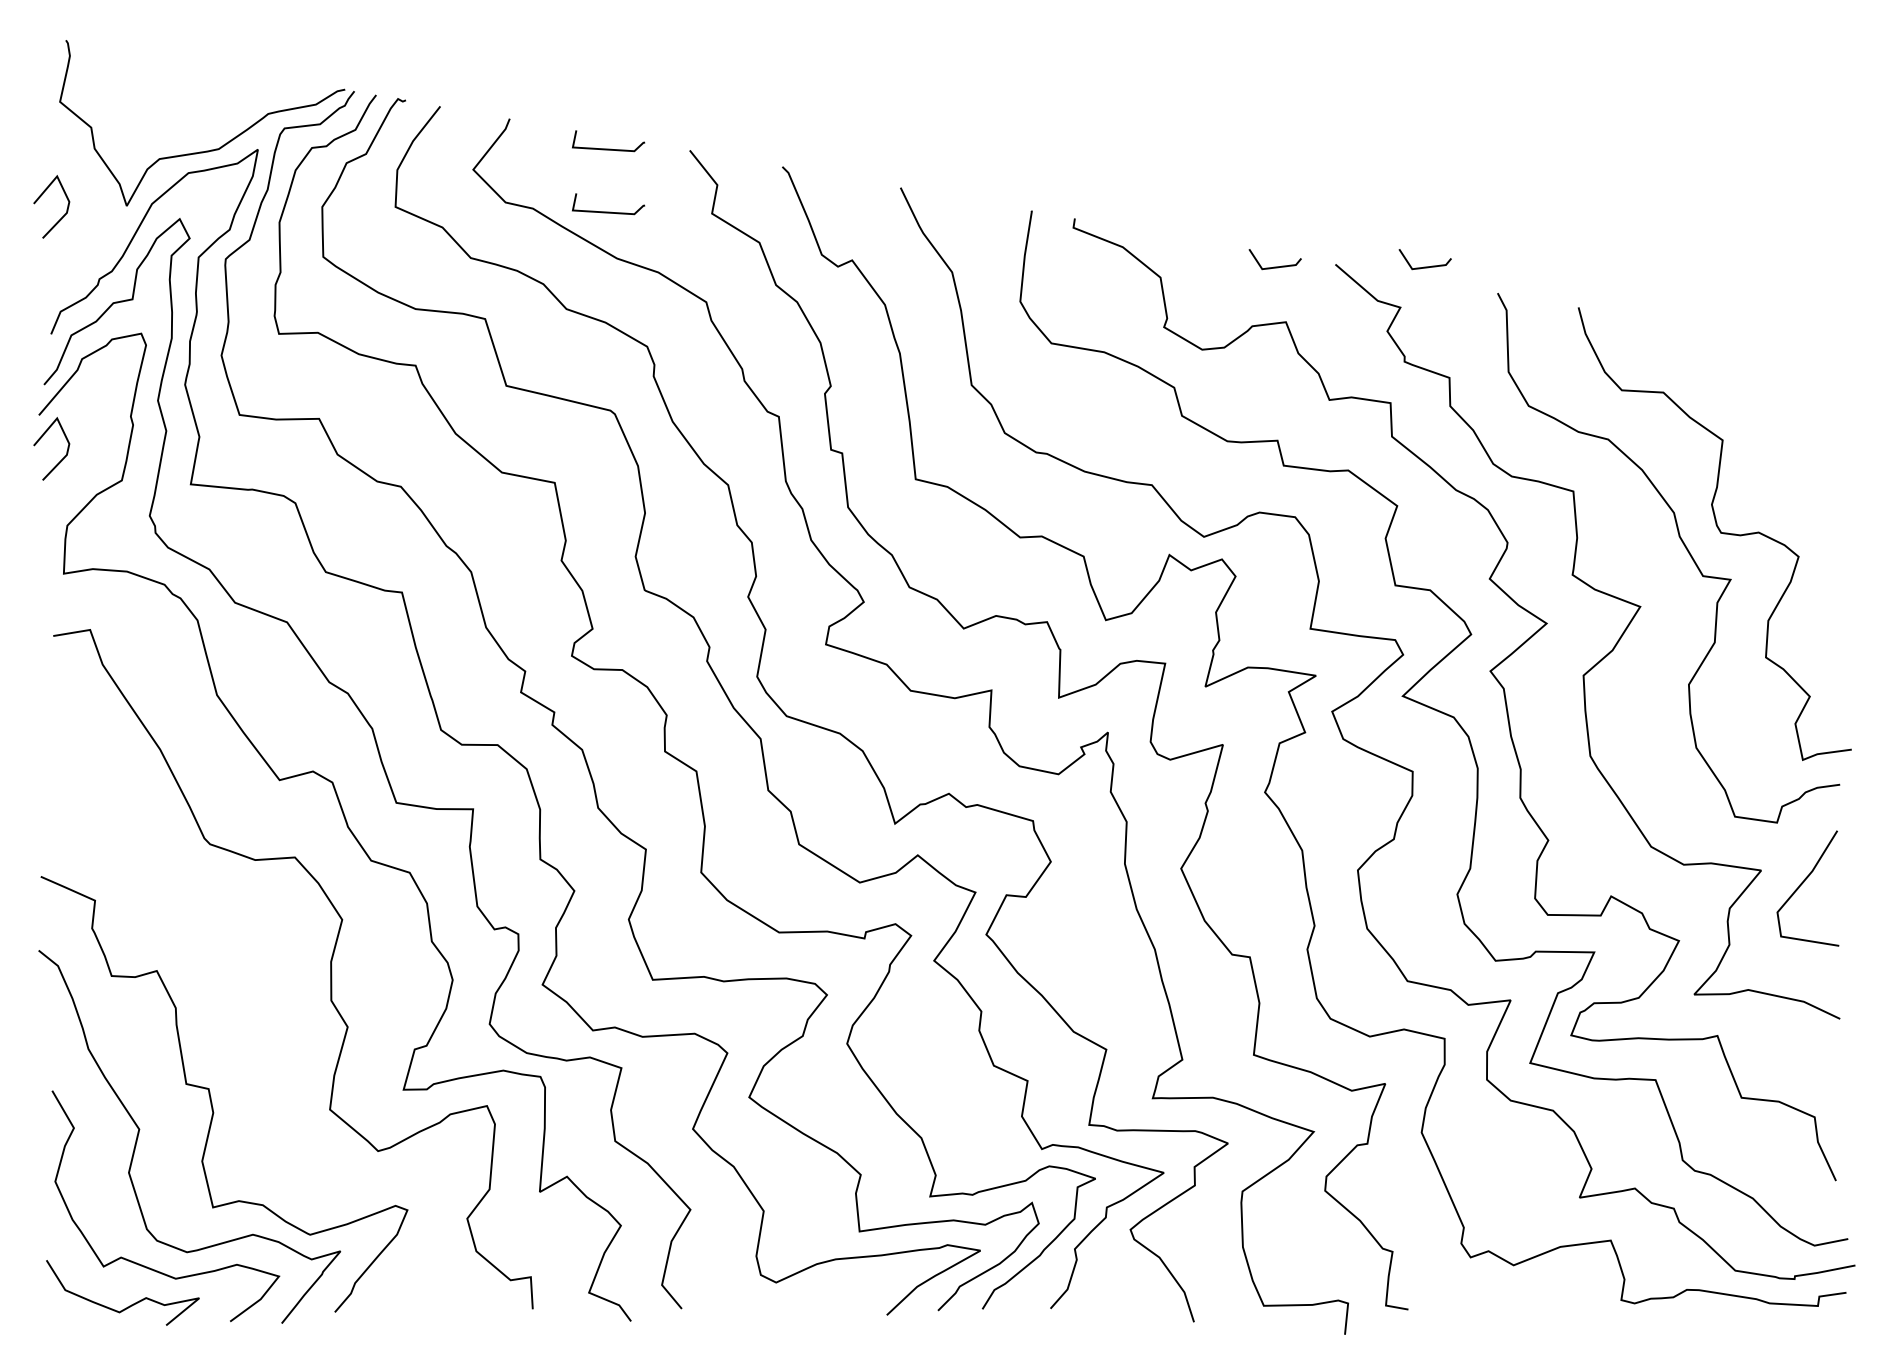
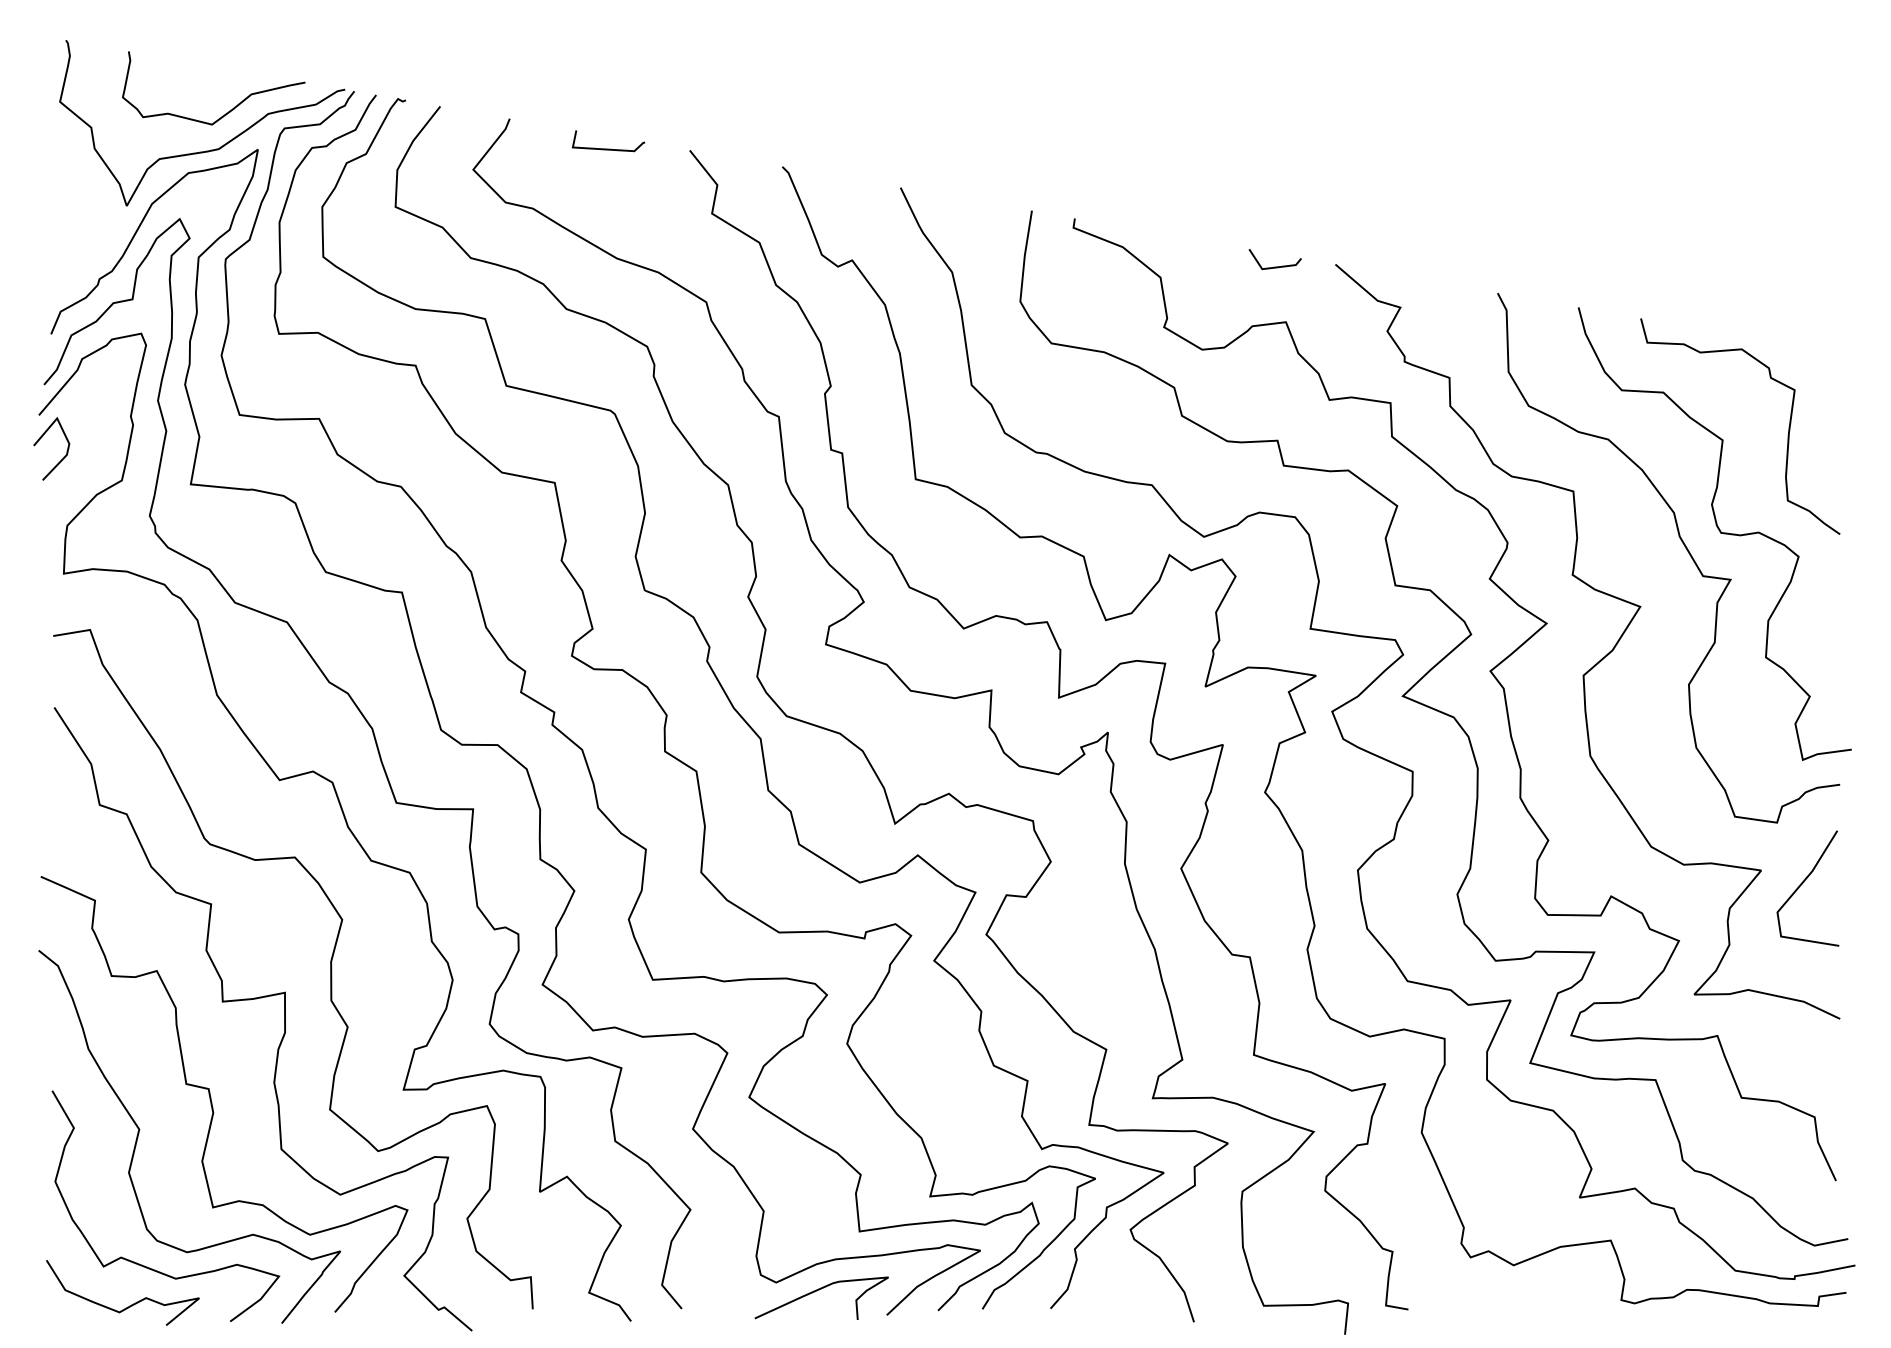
curve at (229, 110): none -> present
line at (41, 196): present -> none
line at (608, 211): present -> none
line at (1424, 266): present -> none
curve at (1787, 435): none -> present
curve at (256, 999): none -> present
curve at (817, 1291): none -> present
